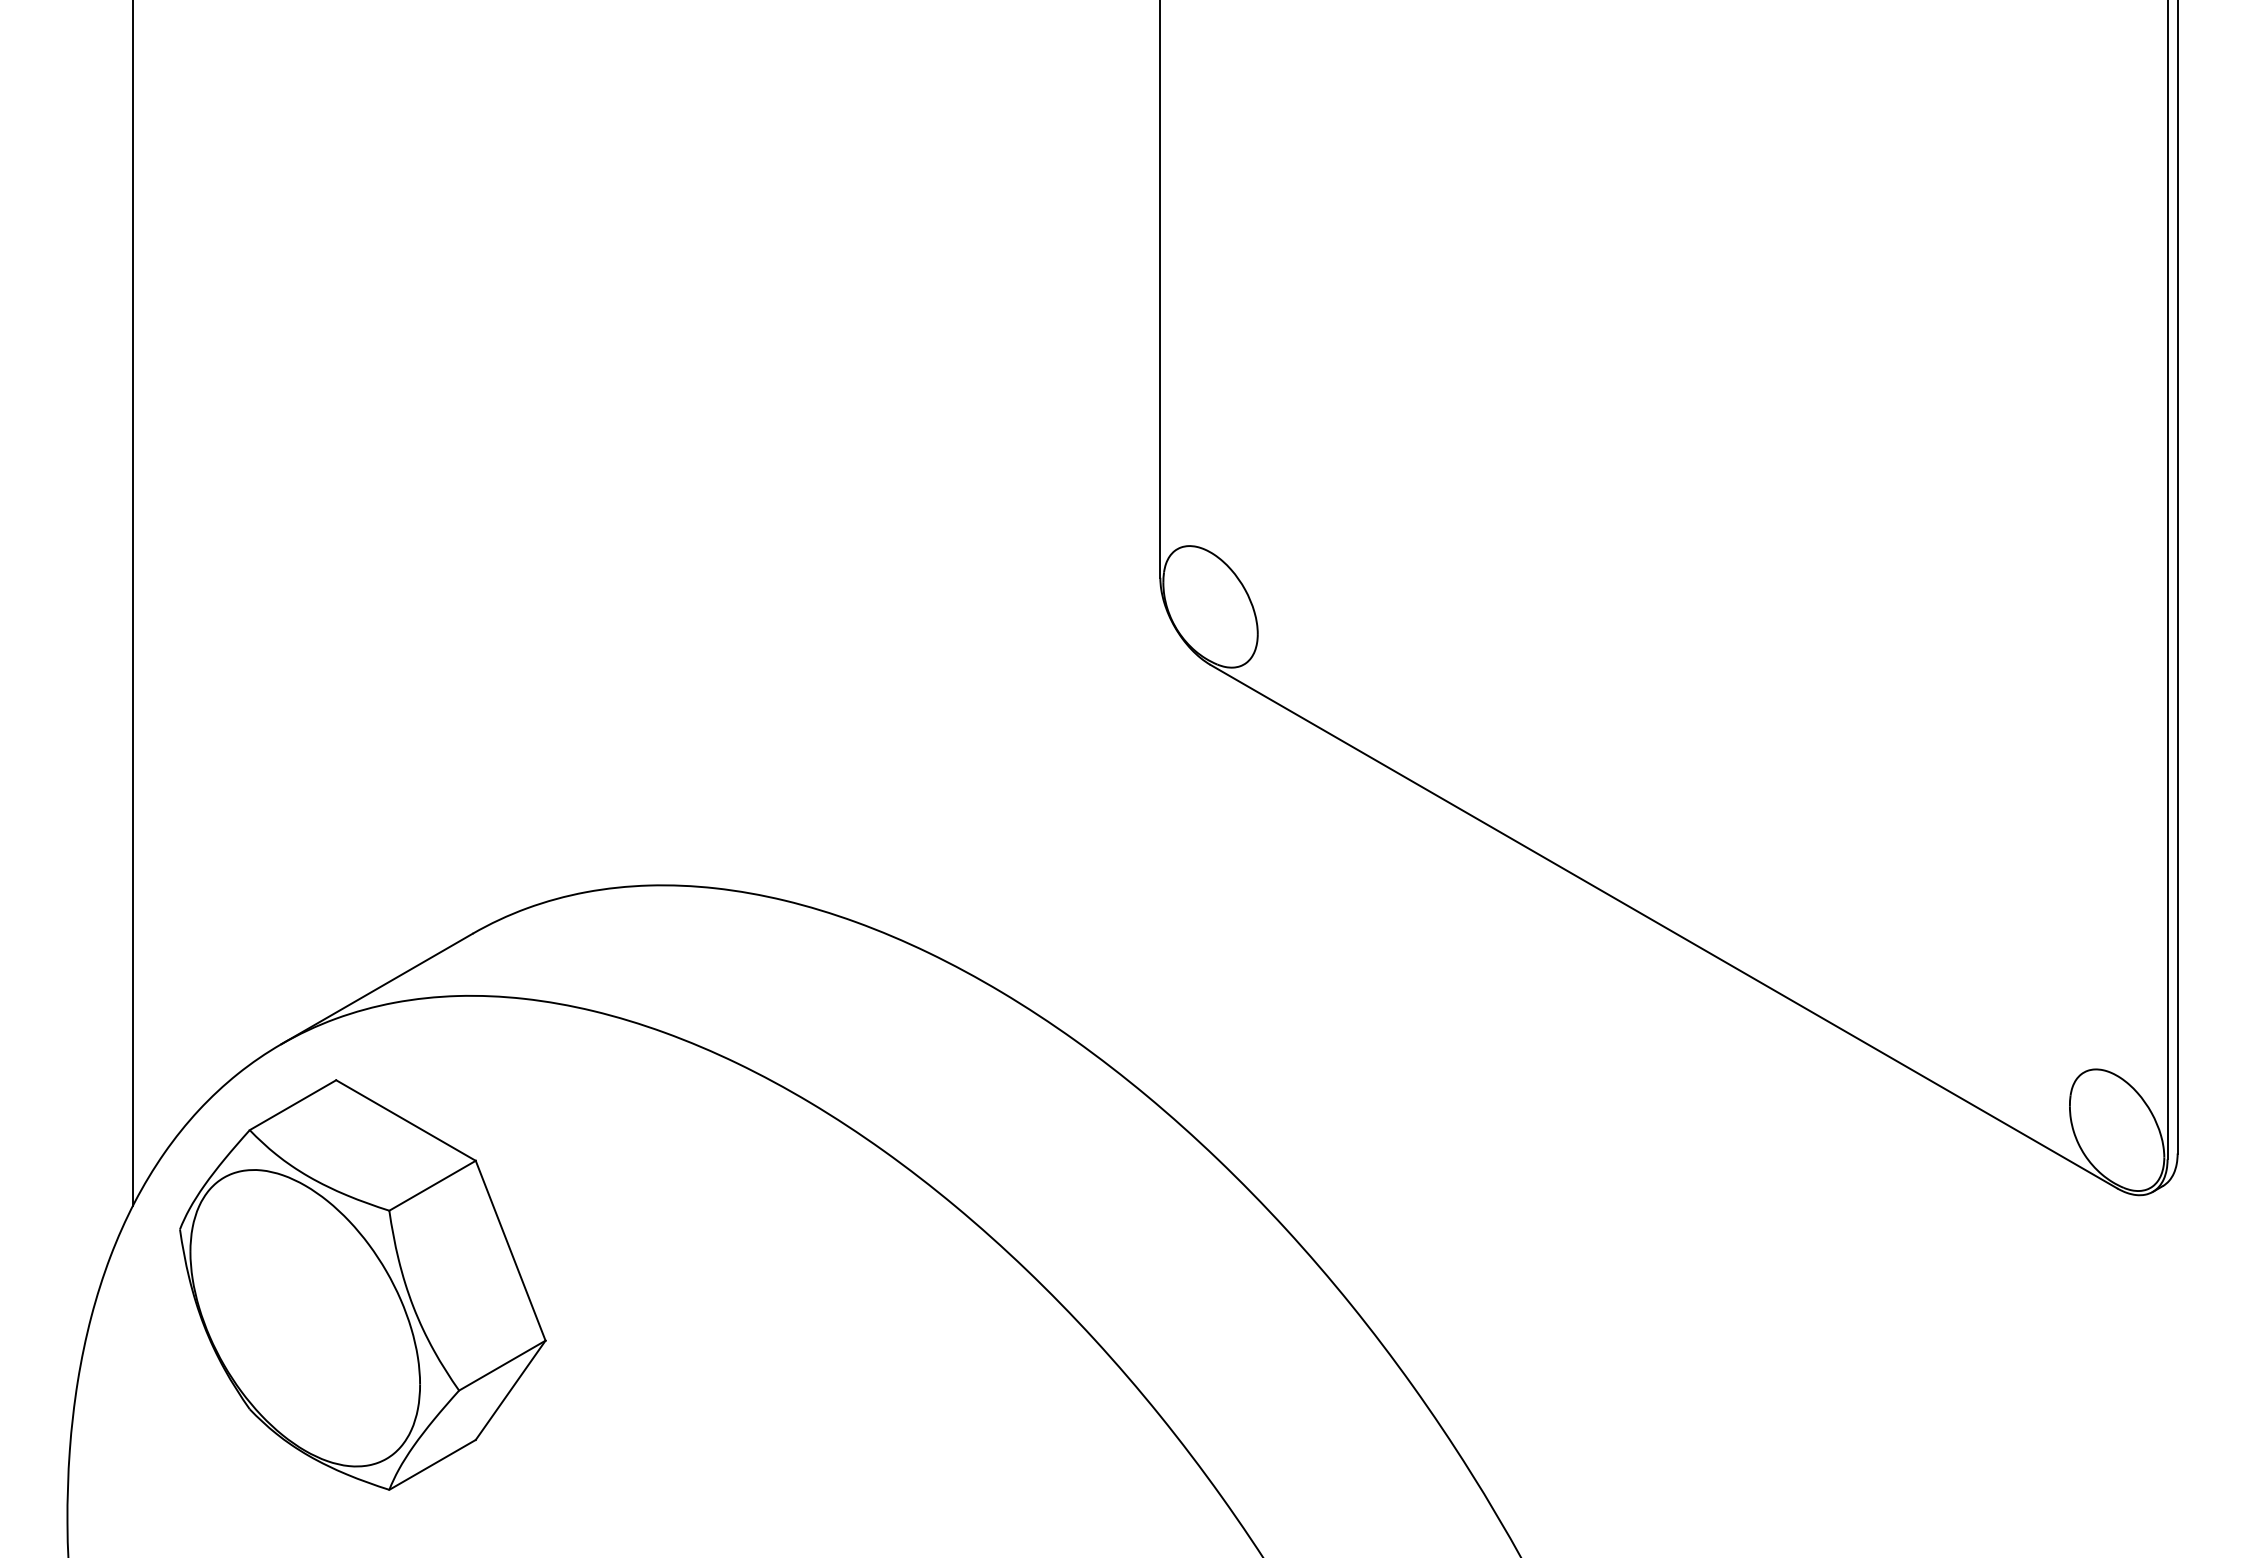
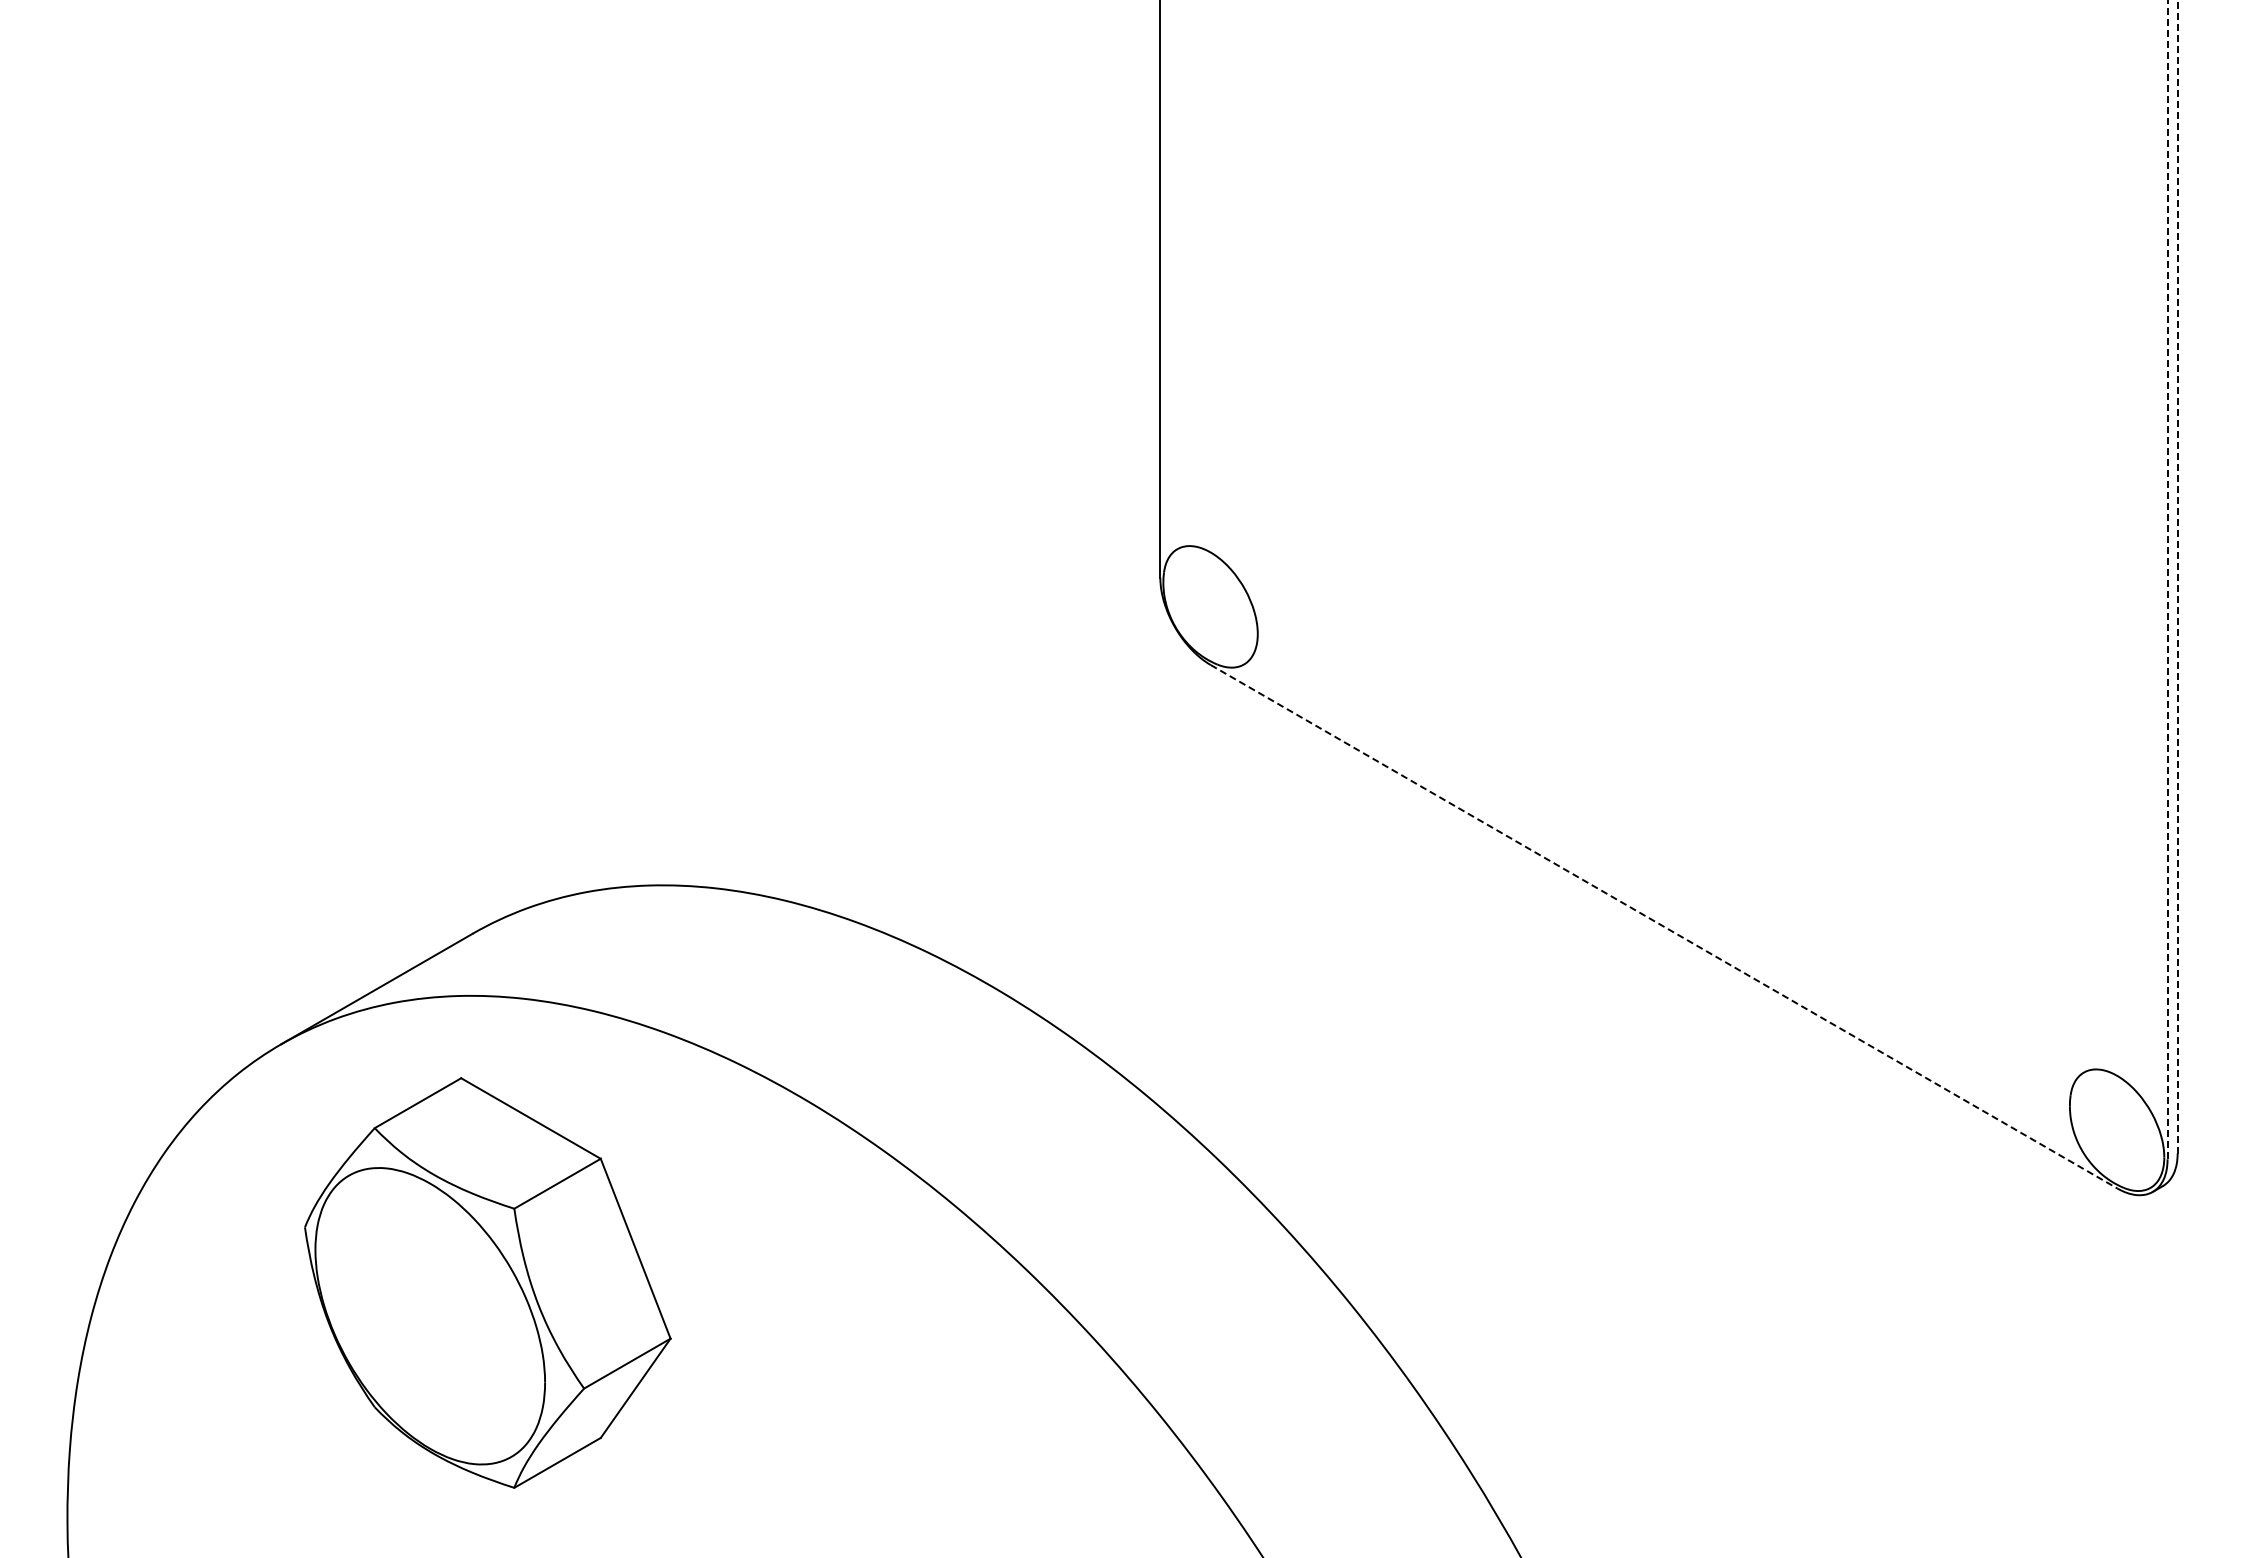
line at (2177, 576): solid -> dashed
line at (2167, 579): solid -> dashed
line at (132, 603): present -> none
line at (1664, 926): solid -> dashed
part at (362, 1284) position: (362, 1284) -> (487, 1282)
